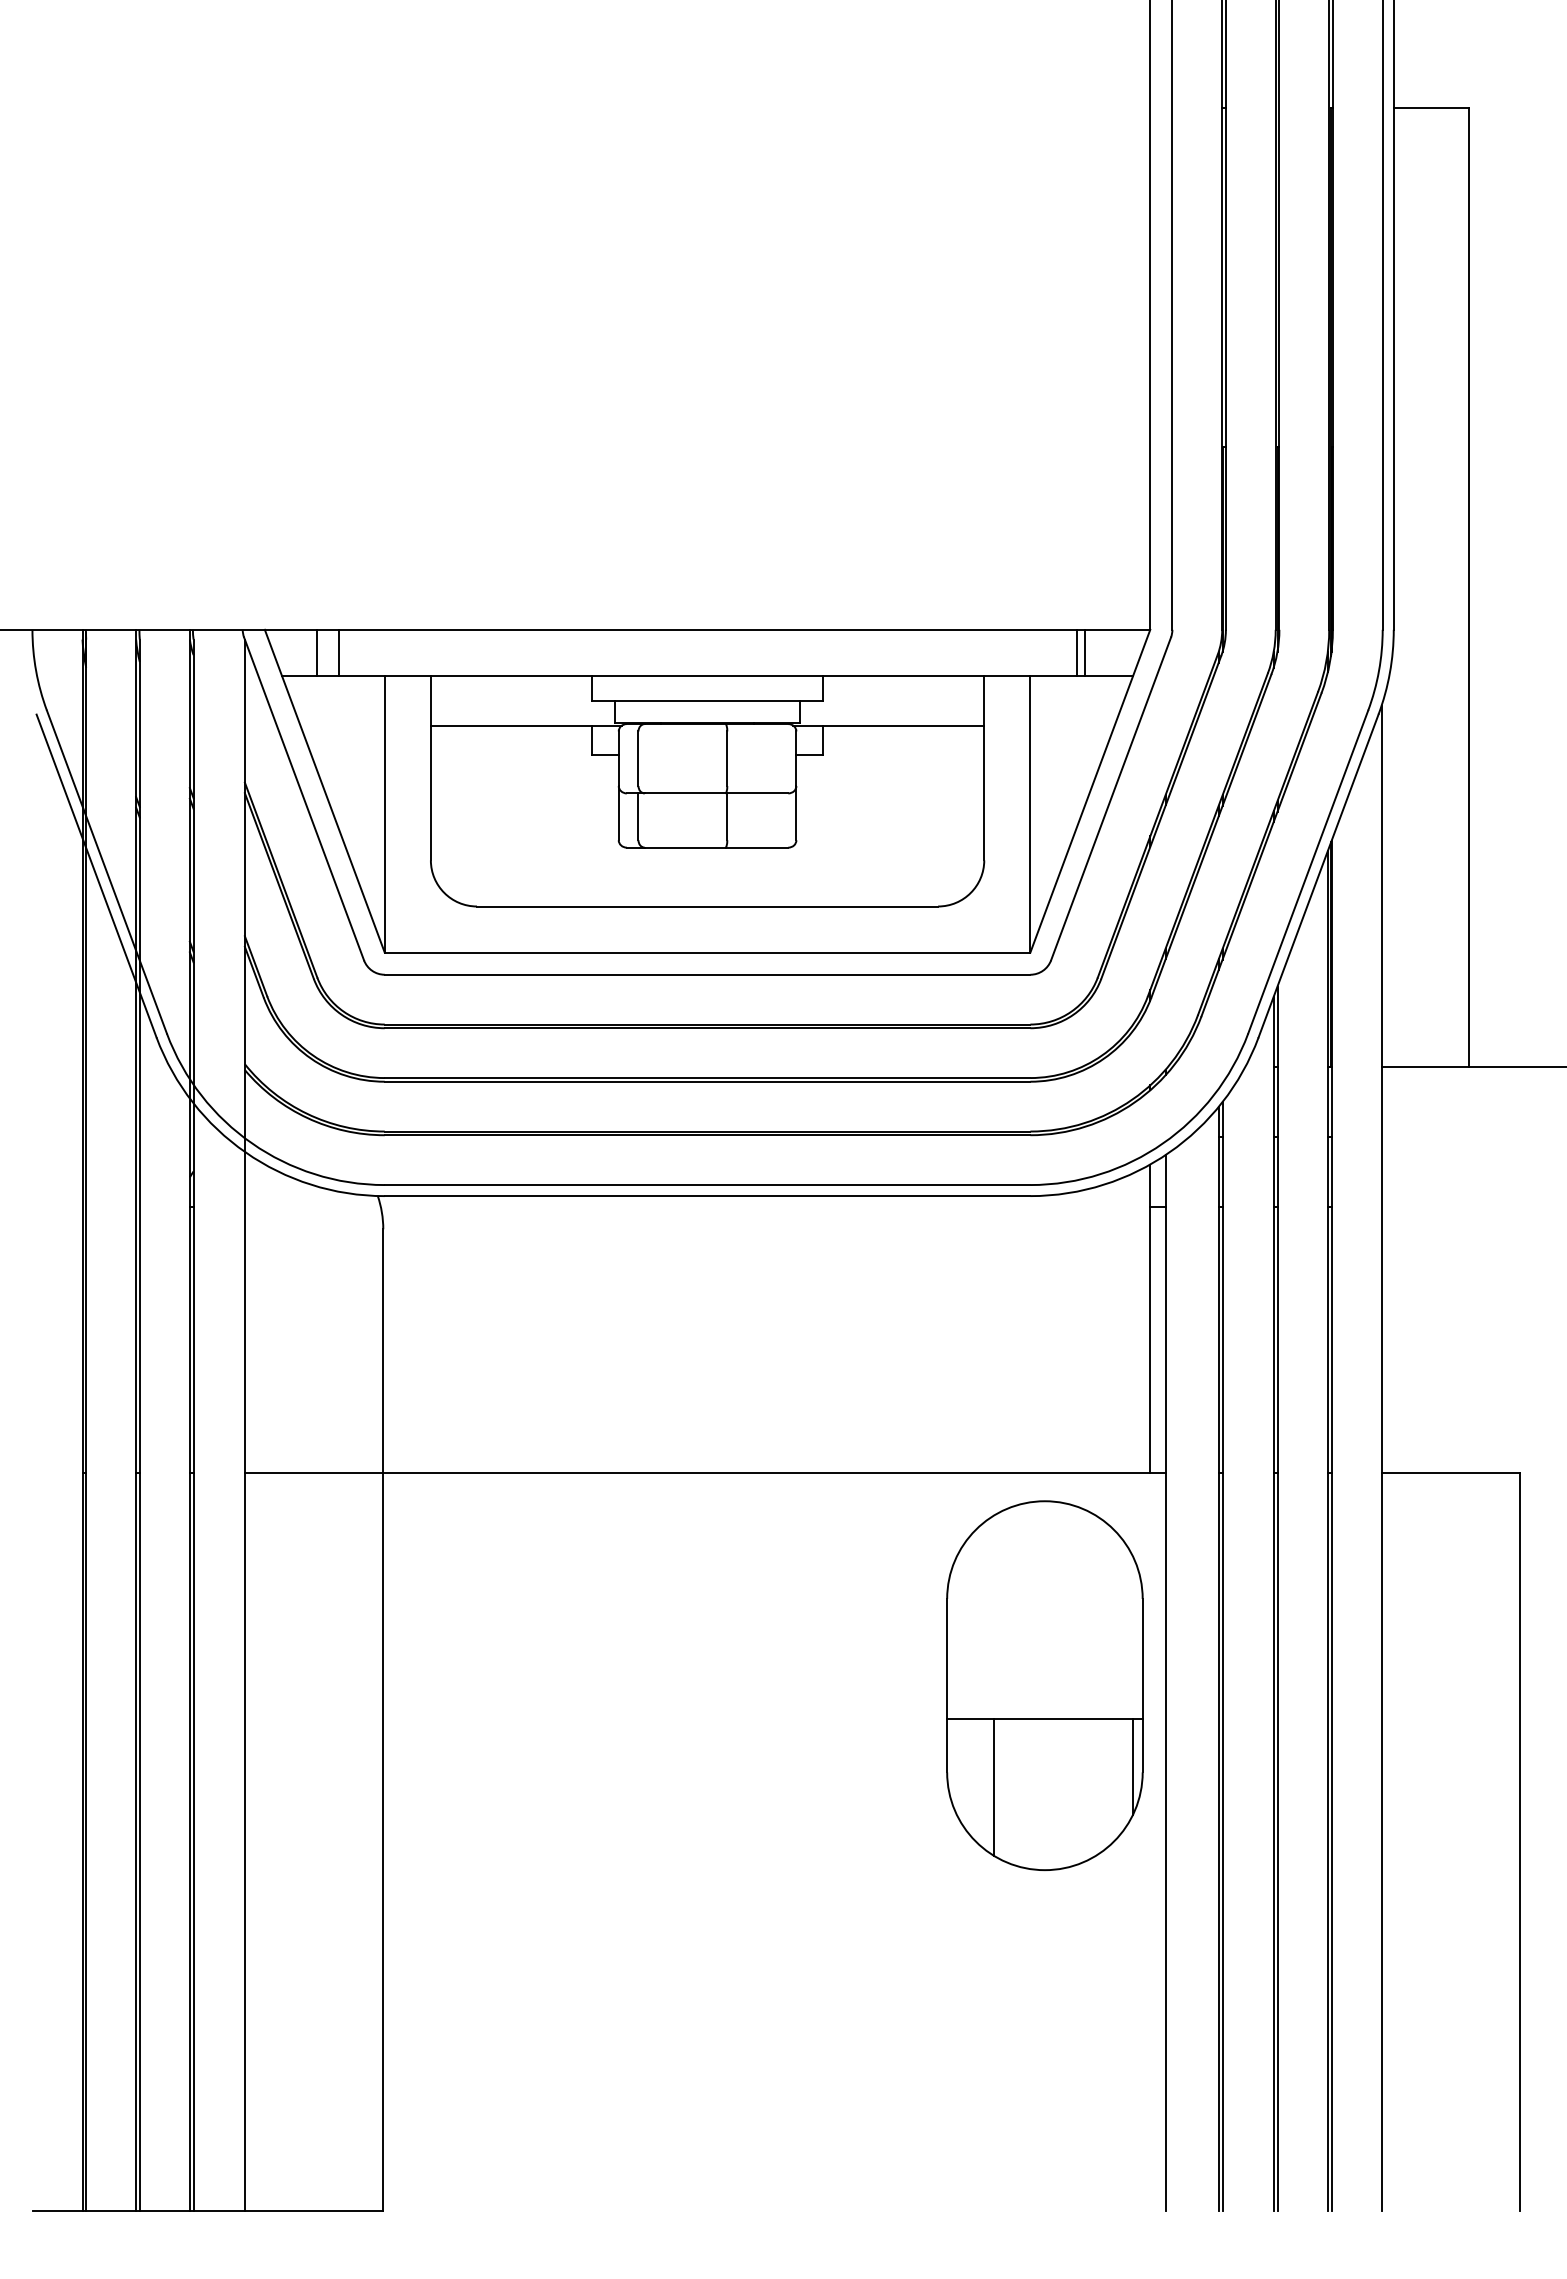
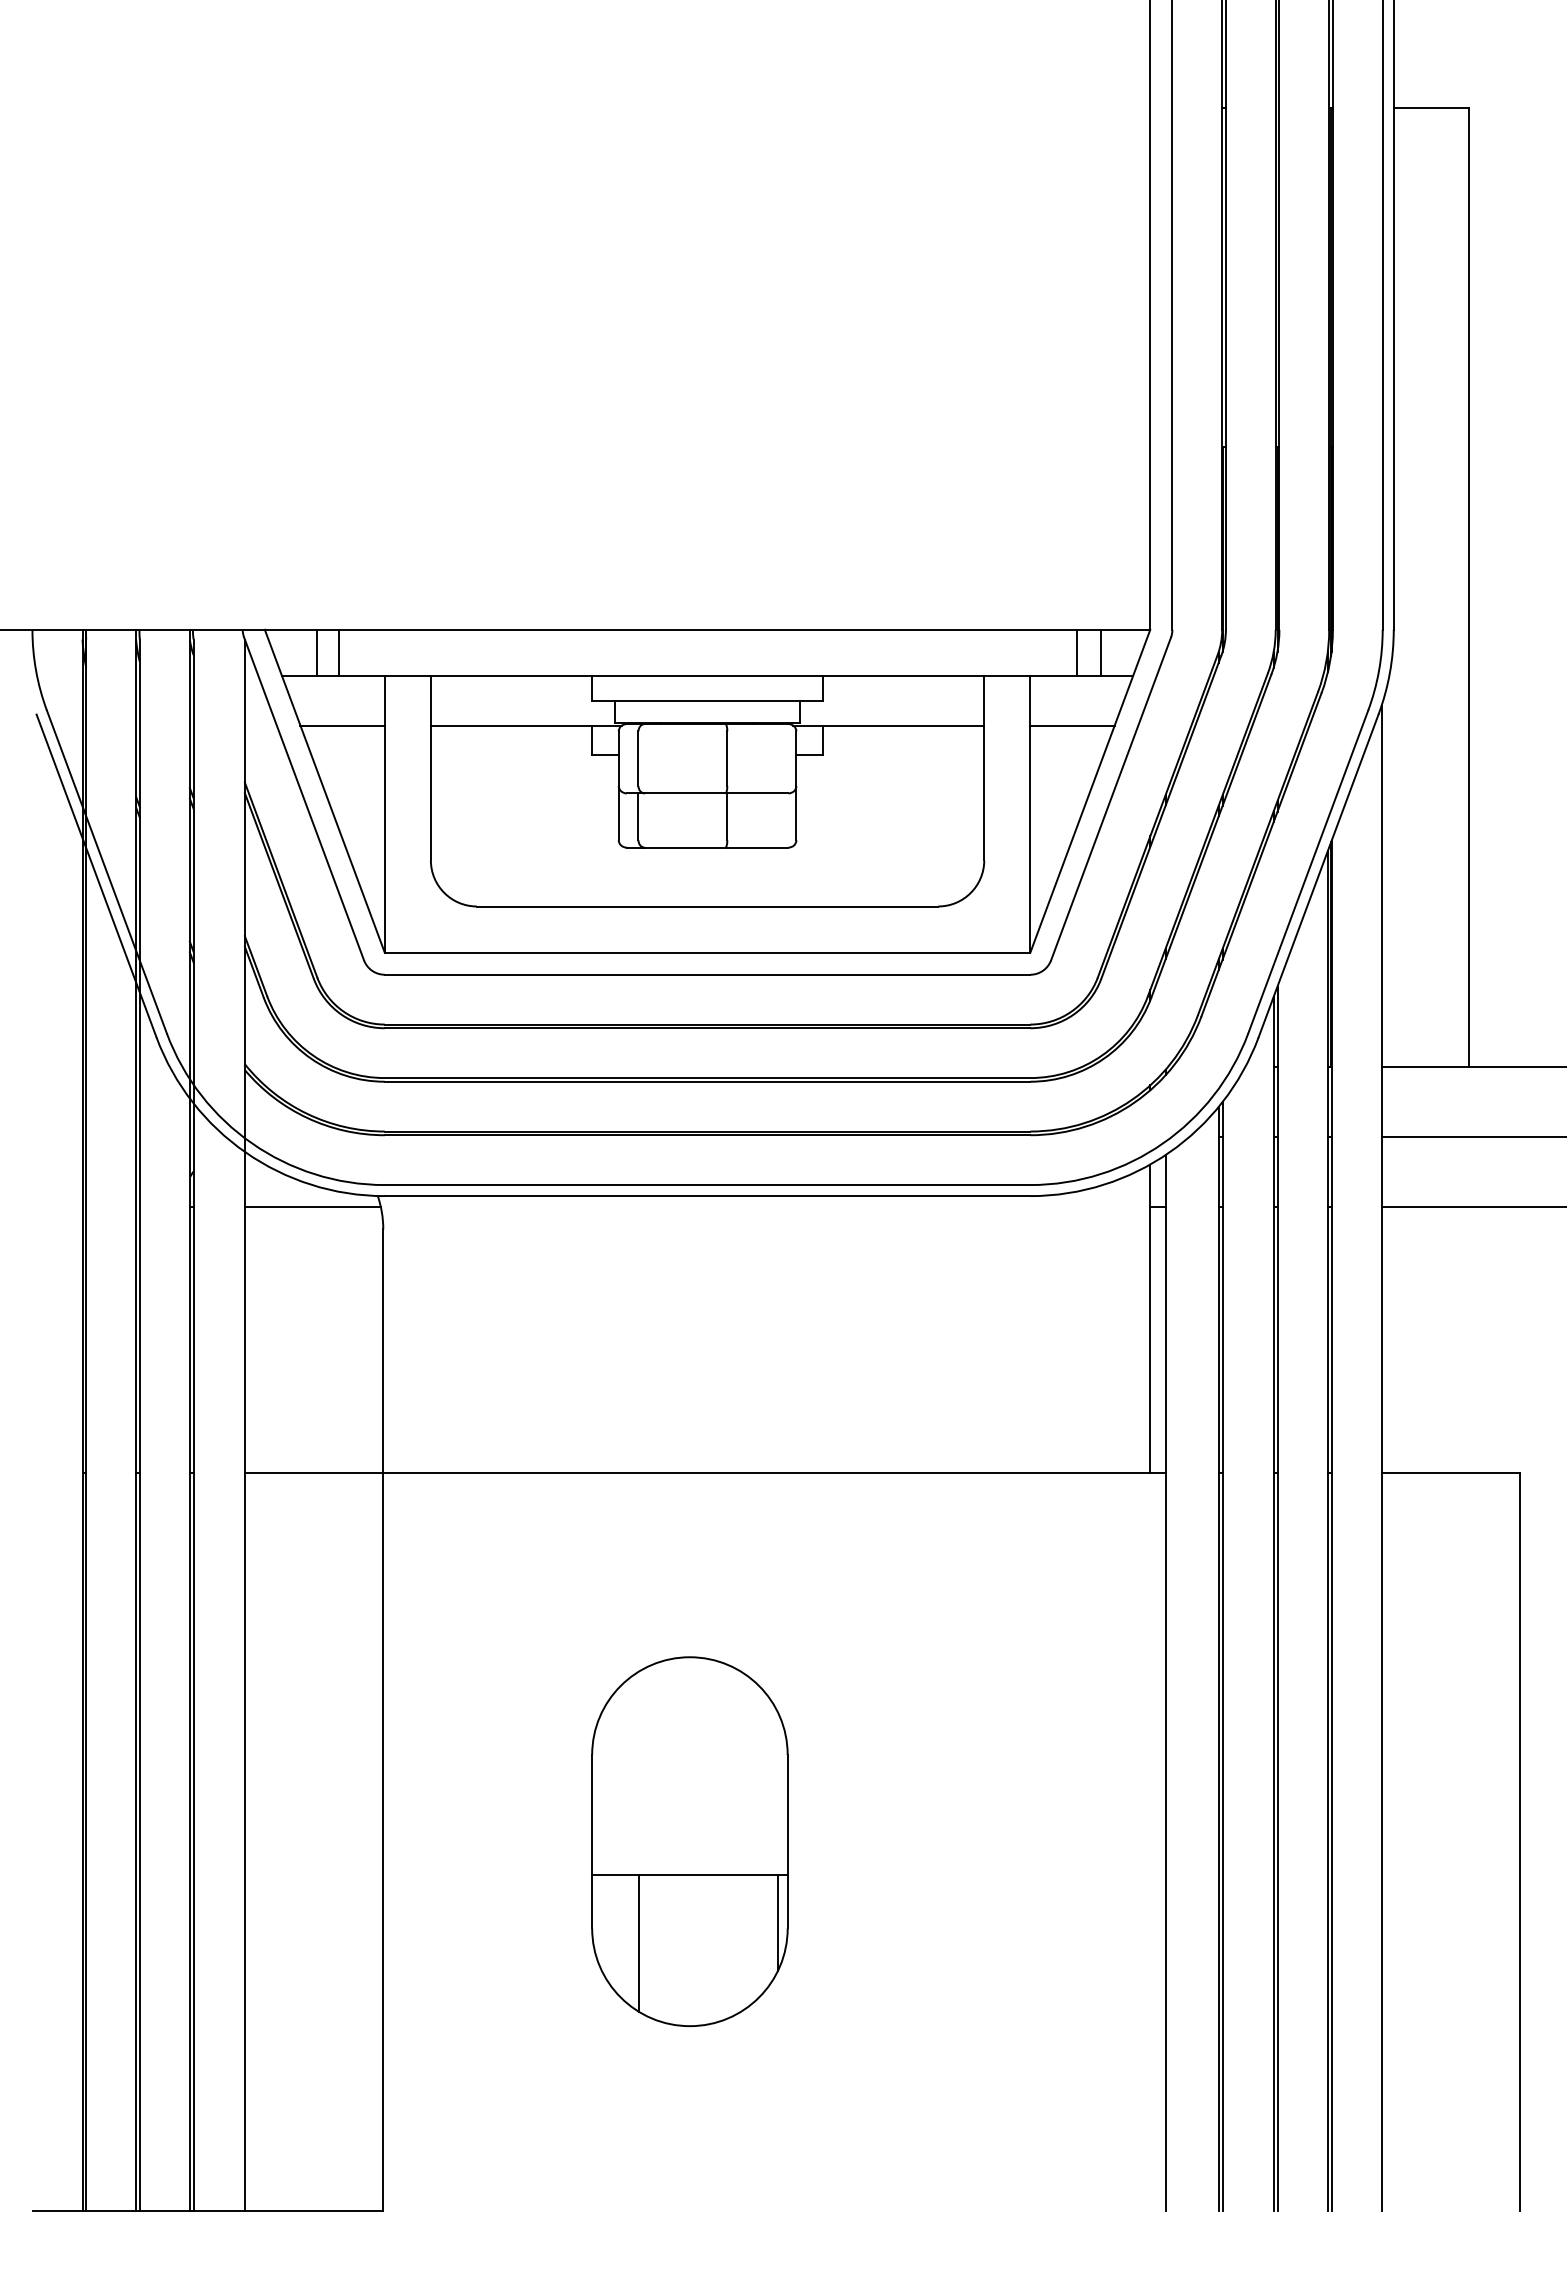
line at (1084, 652) position: (1084, 652) -> (1100, 652)
line at (342, 725): none -> present
line at (1072, 725): none -> present
line at (1472, 1137): none -> present
line at (312, 1207): none -> present
line at (1472, 1207): none -> present
part at (1044, 1685) position: (1044, 1685) -> (689, 1841)
